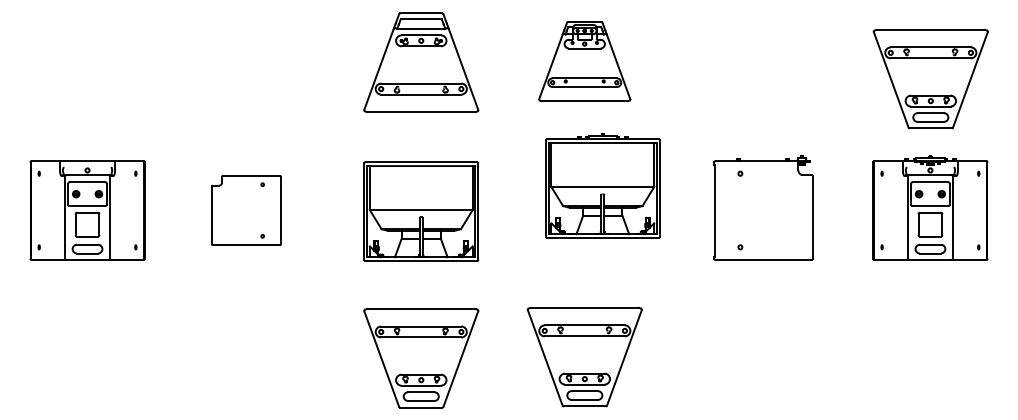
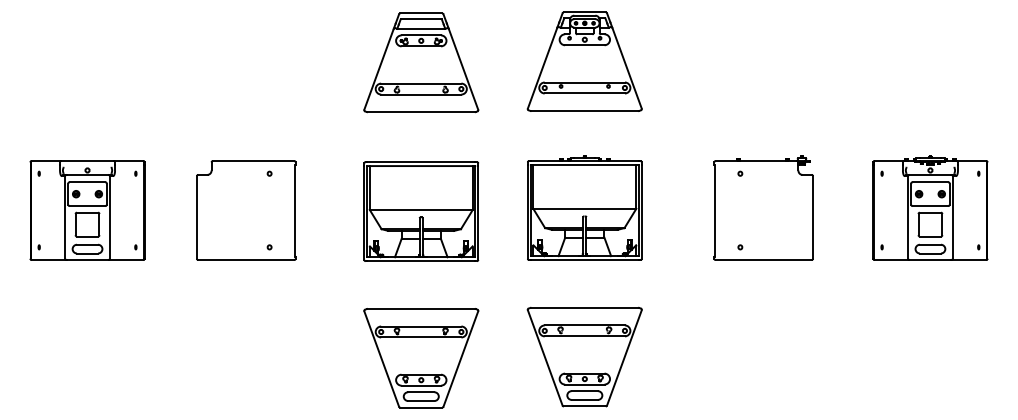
part at (584, 61) size: 94x82 px -> 117x101 px
part at (930, 78): present -> none
part at (602, 185) position: (602, 185) -> (584, 207)
part at (246, 210) size: 71x71 px -> 101x101 px
